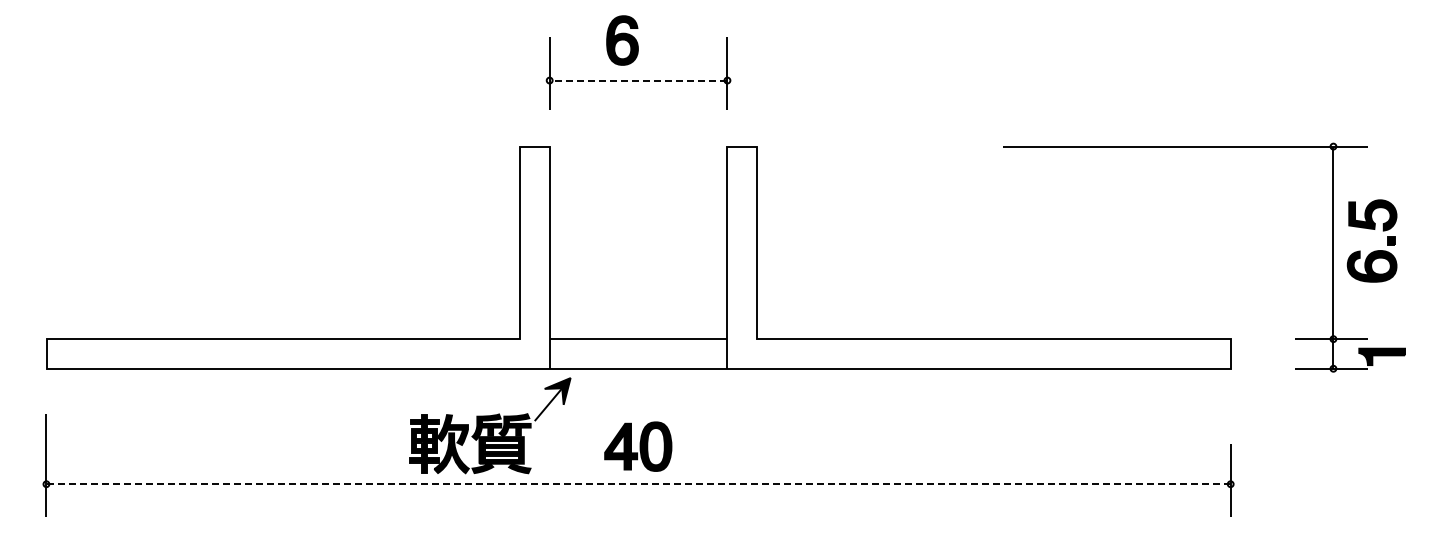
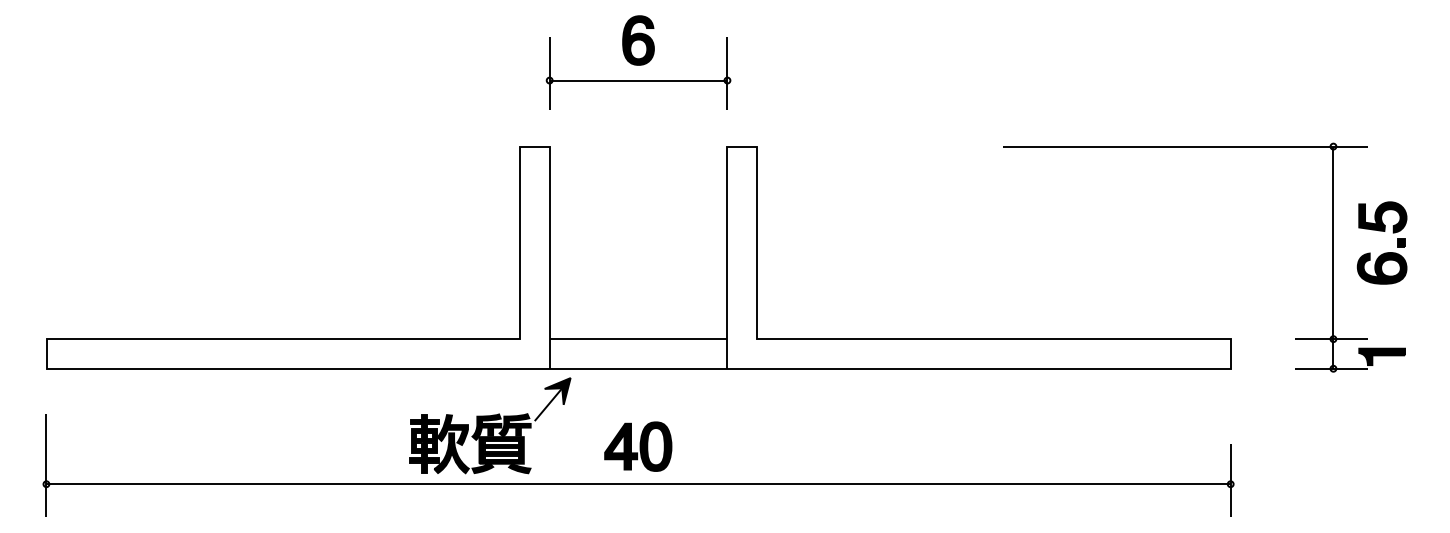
part at (622, 40) position: (622, 40) -> (638, 40)
line at (638, 80): dashed -> solid
part at (1374, 250) position: (1374, 250) -> (1384, 252)
line at (638, 484): dashed -> solid
